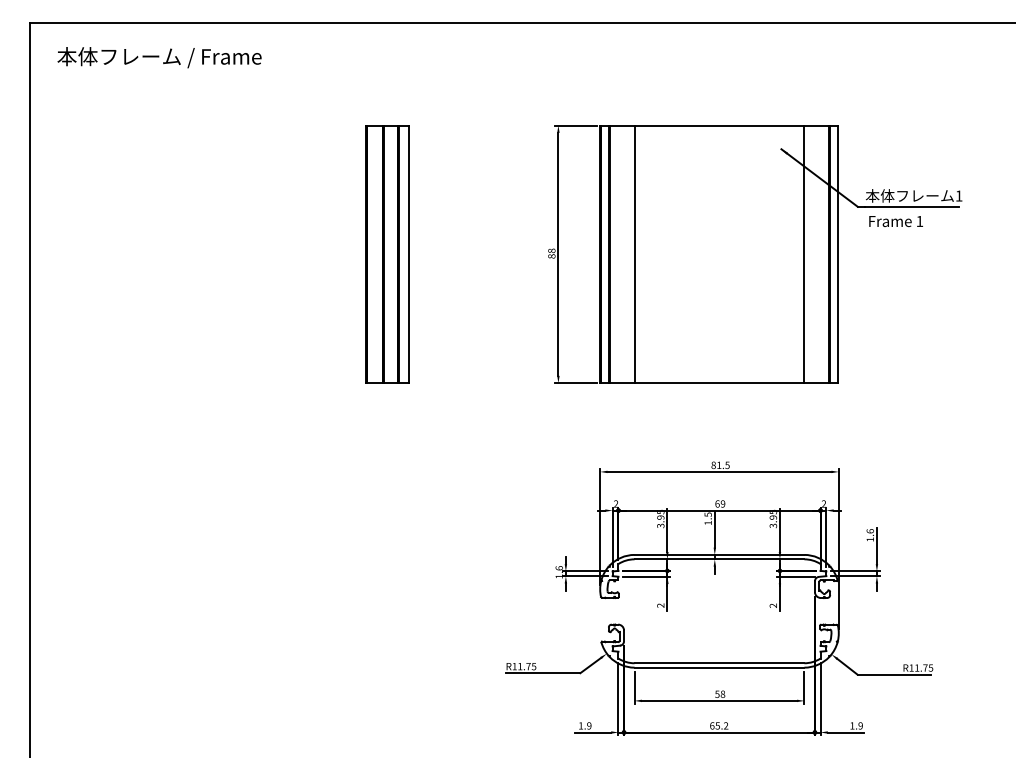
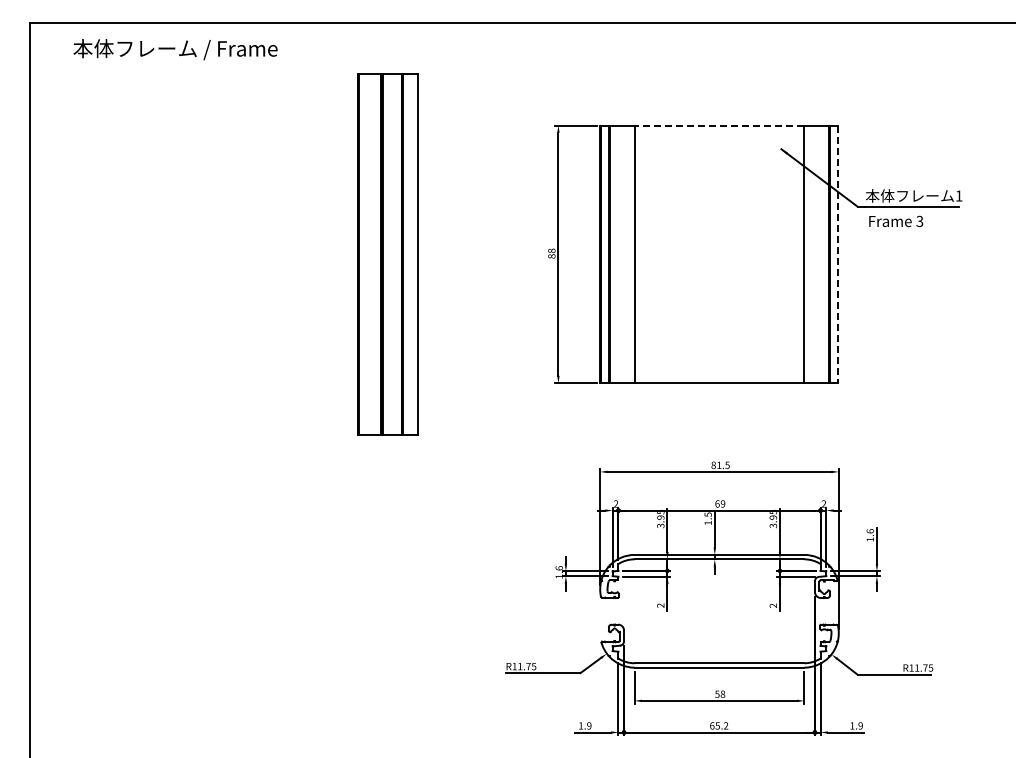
text at (159, 57) position: (159, 57) -> (175, 49)
line at (719, 125): solid -> dashed
text at (919, 221): 1 -> 3
part at (387, 254) size: 45x259 px -> 62x363 px
line at (837, 254): solid -> dashed
